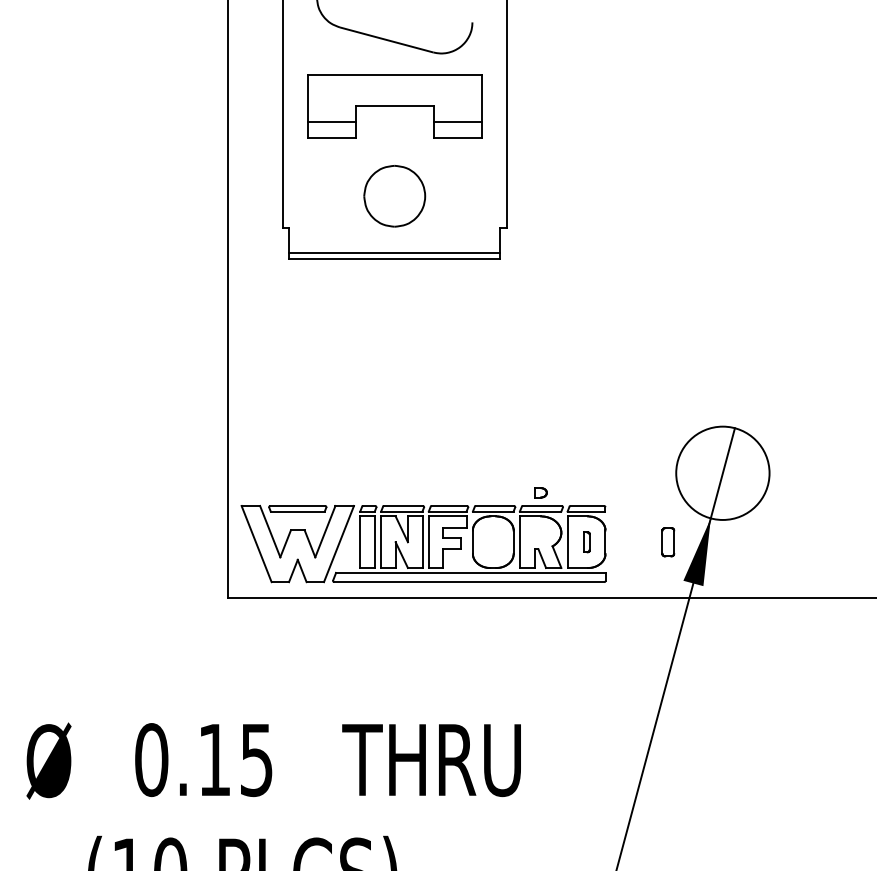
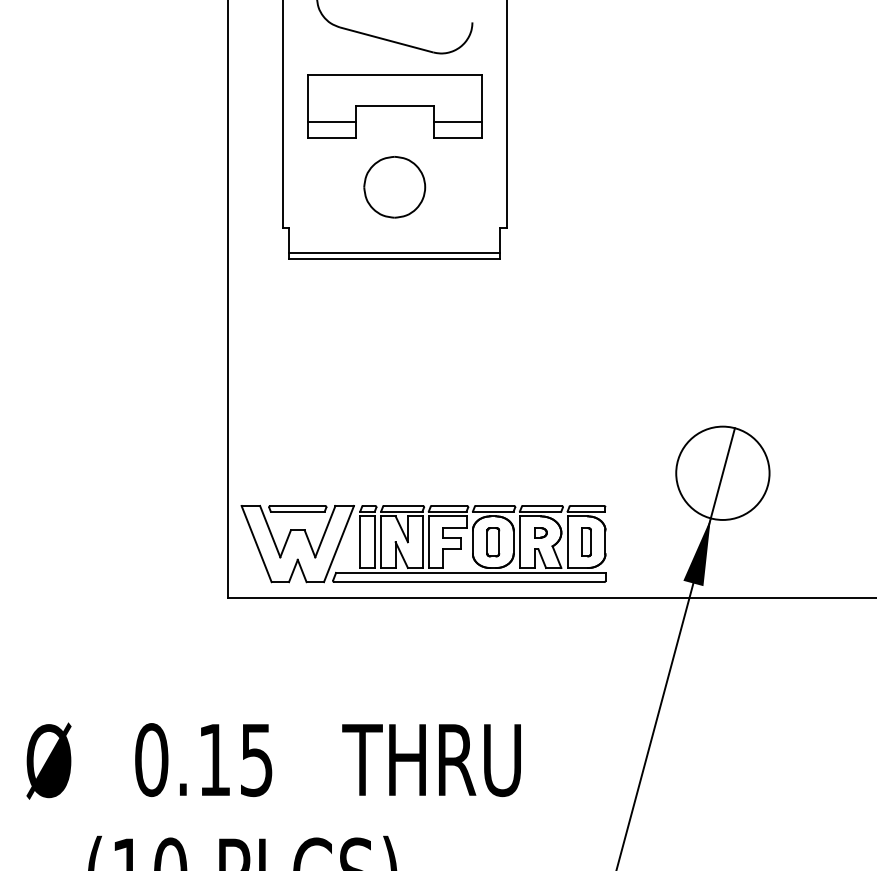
part at (394, 196) position: (394, 196) -> (394, 187)
part at (540, 492) position: (540, 492) -> (540, 532)
part at (586, 542) size: 8x23 px -> 11x31 px
part at (668, 542) position: (668, 542) -> (493, 542)
